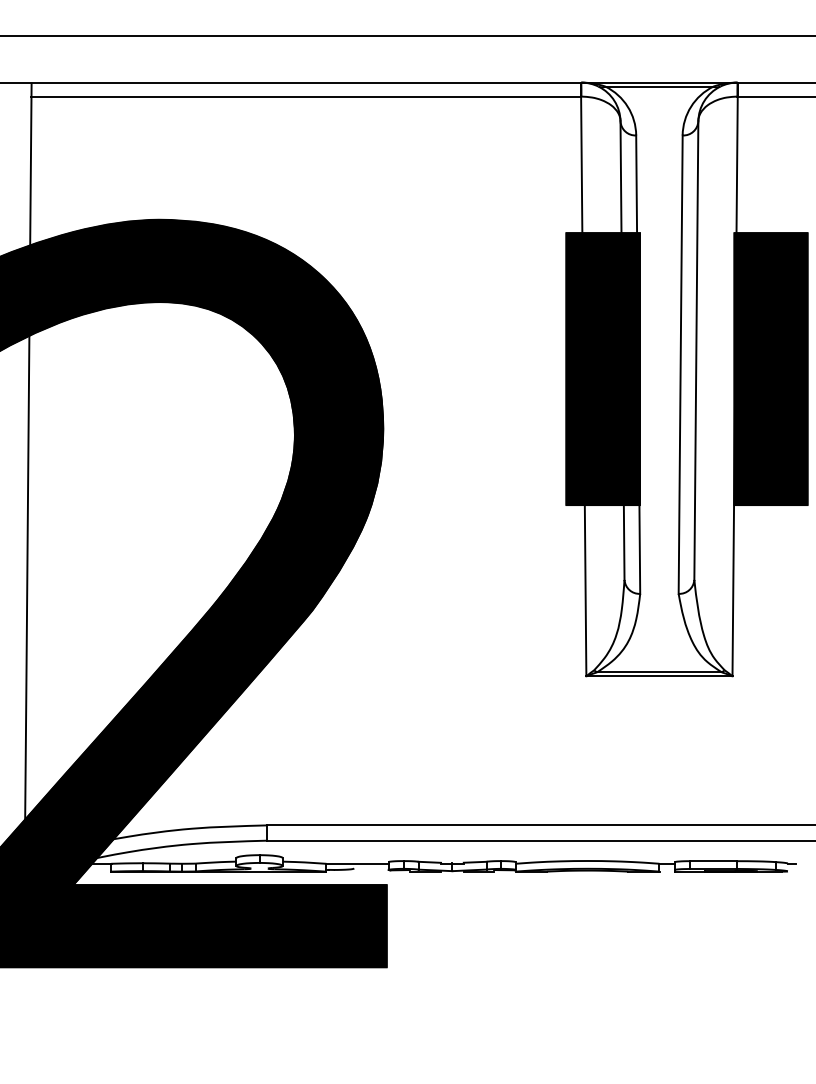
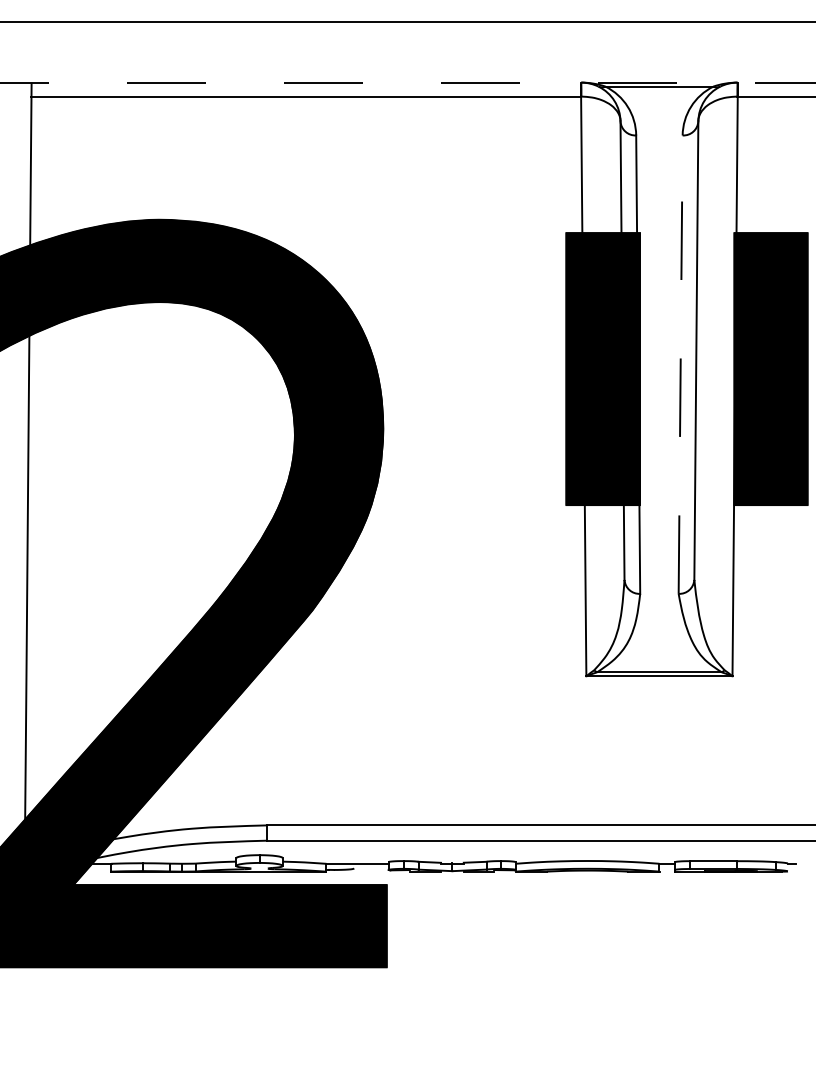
line at (407, 35) position: (407, 35) -> (407, 21)
line at (408, 82): solid -> dashed
line at (680, 364): solid -> dashed
